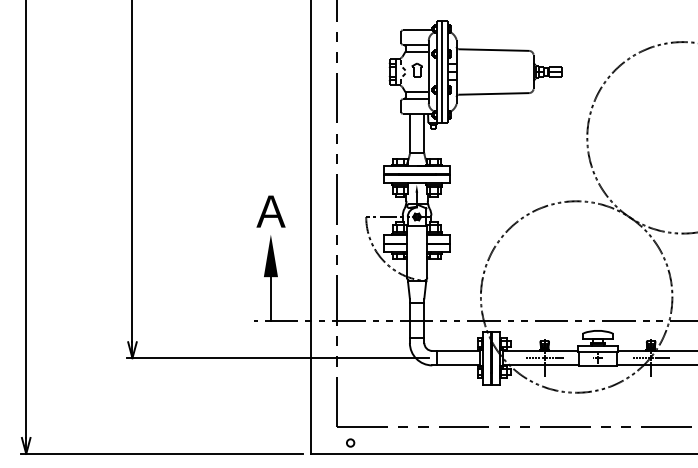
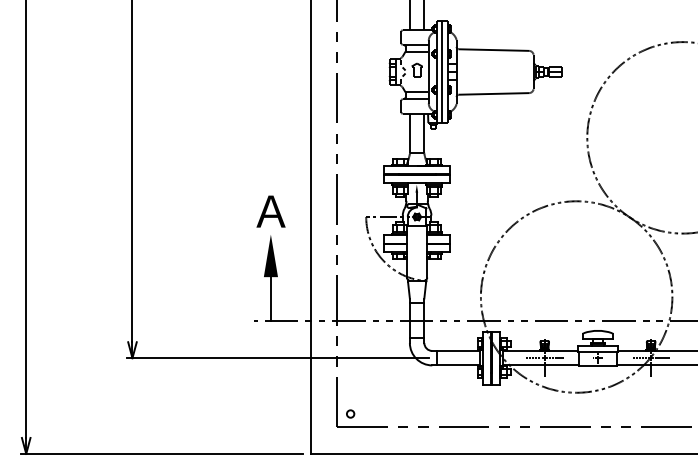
line at (410, 16): none -> present
line at (424, 16): none -> present
circle at (350, 442) position: (350, 442) -> (350, 413)
